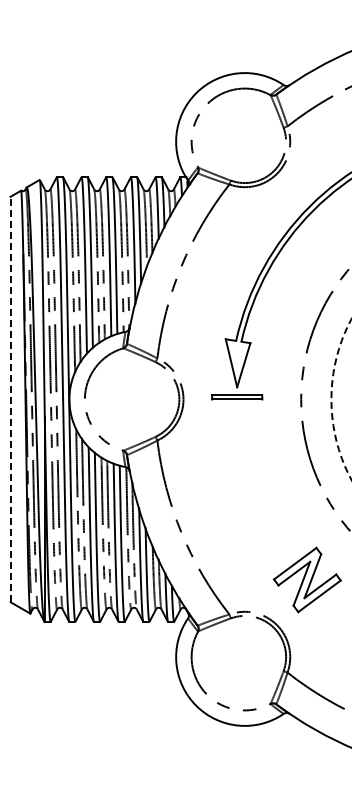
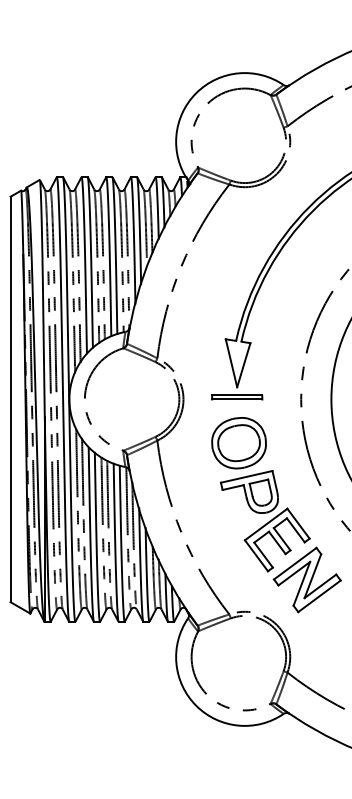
line at (10, 399): dashed -> solid
circle at (341, 399): dashed -> solid
part at (260, 494): none -> present
